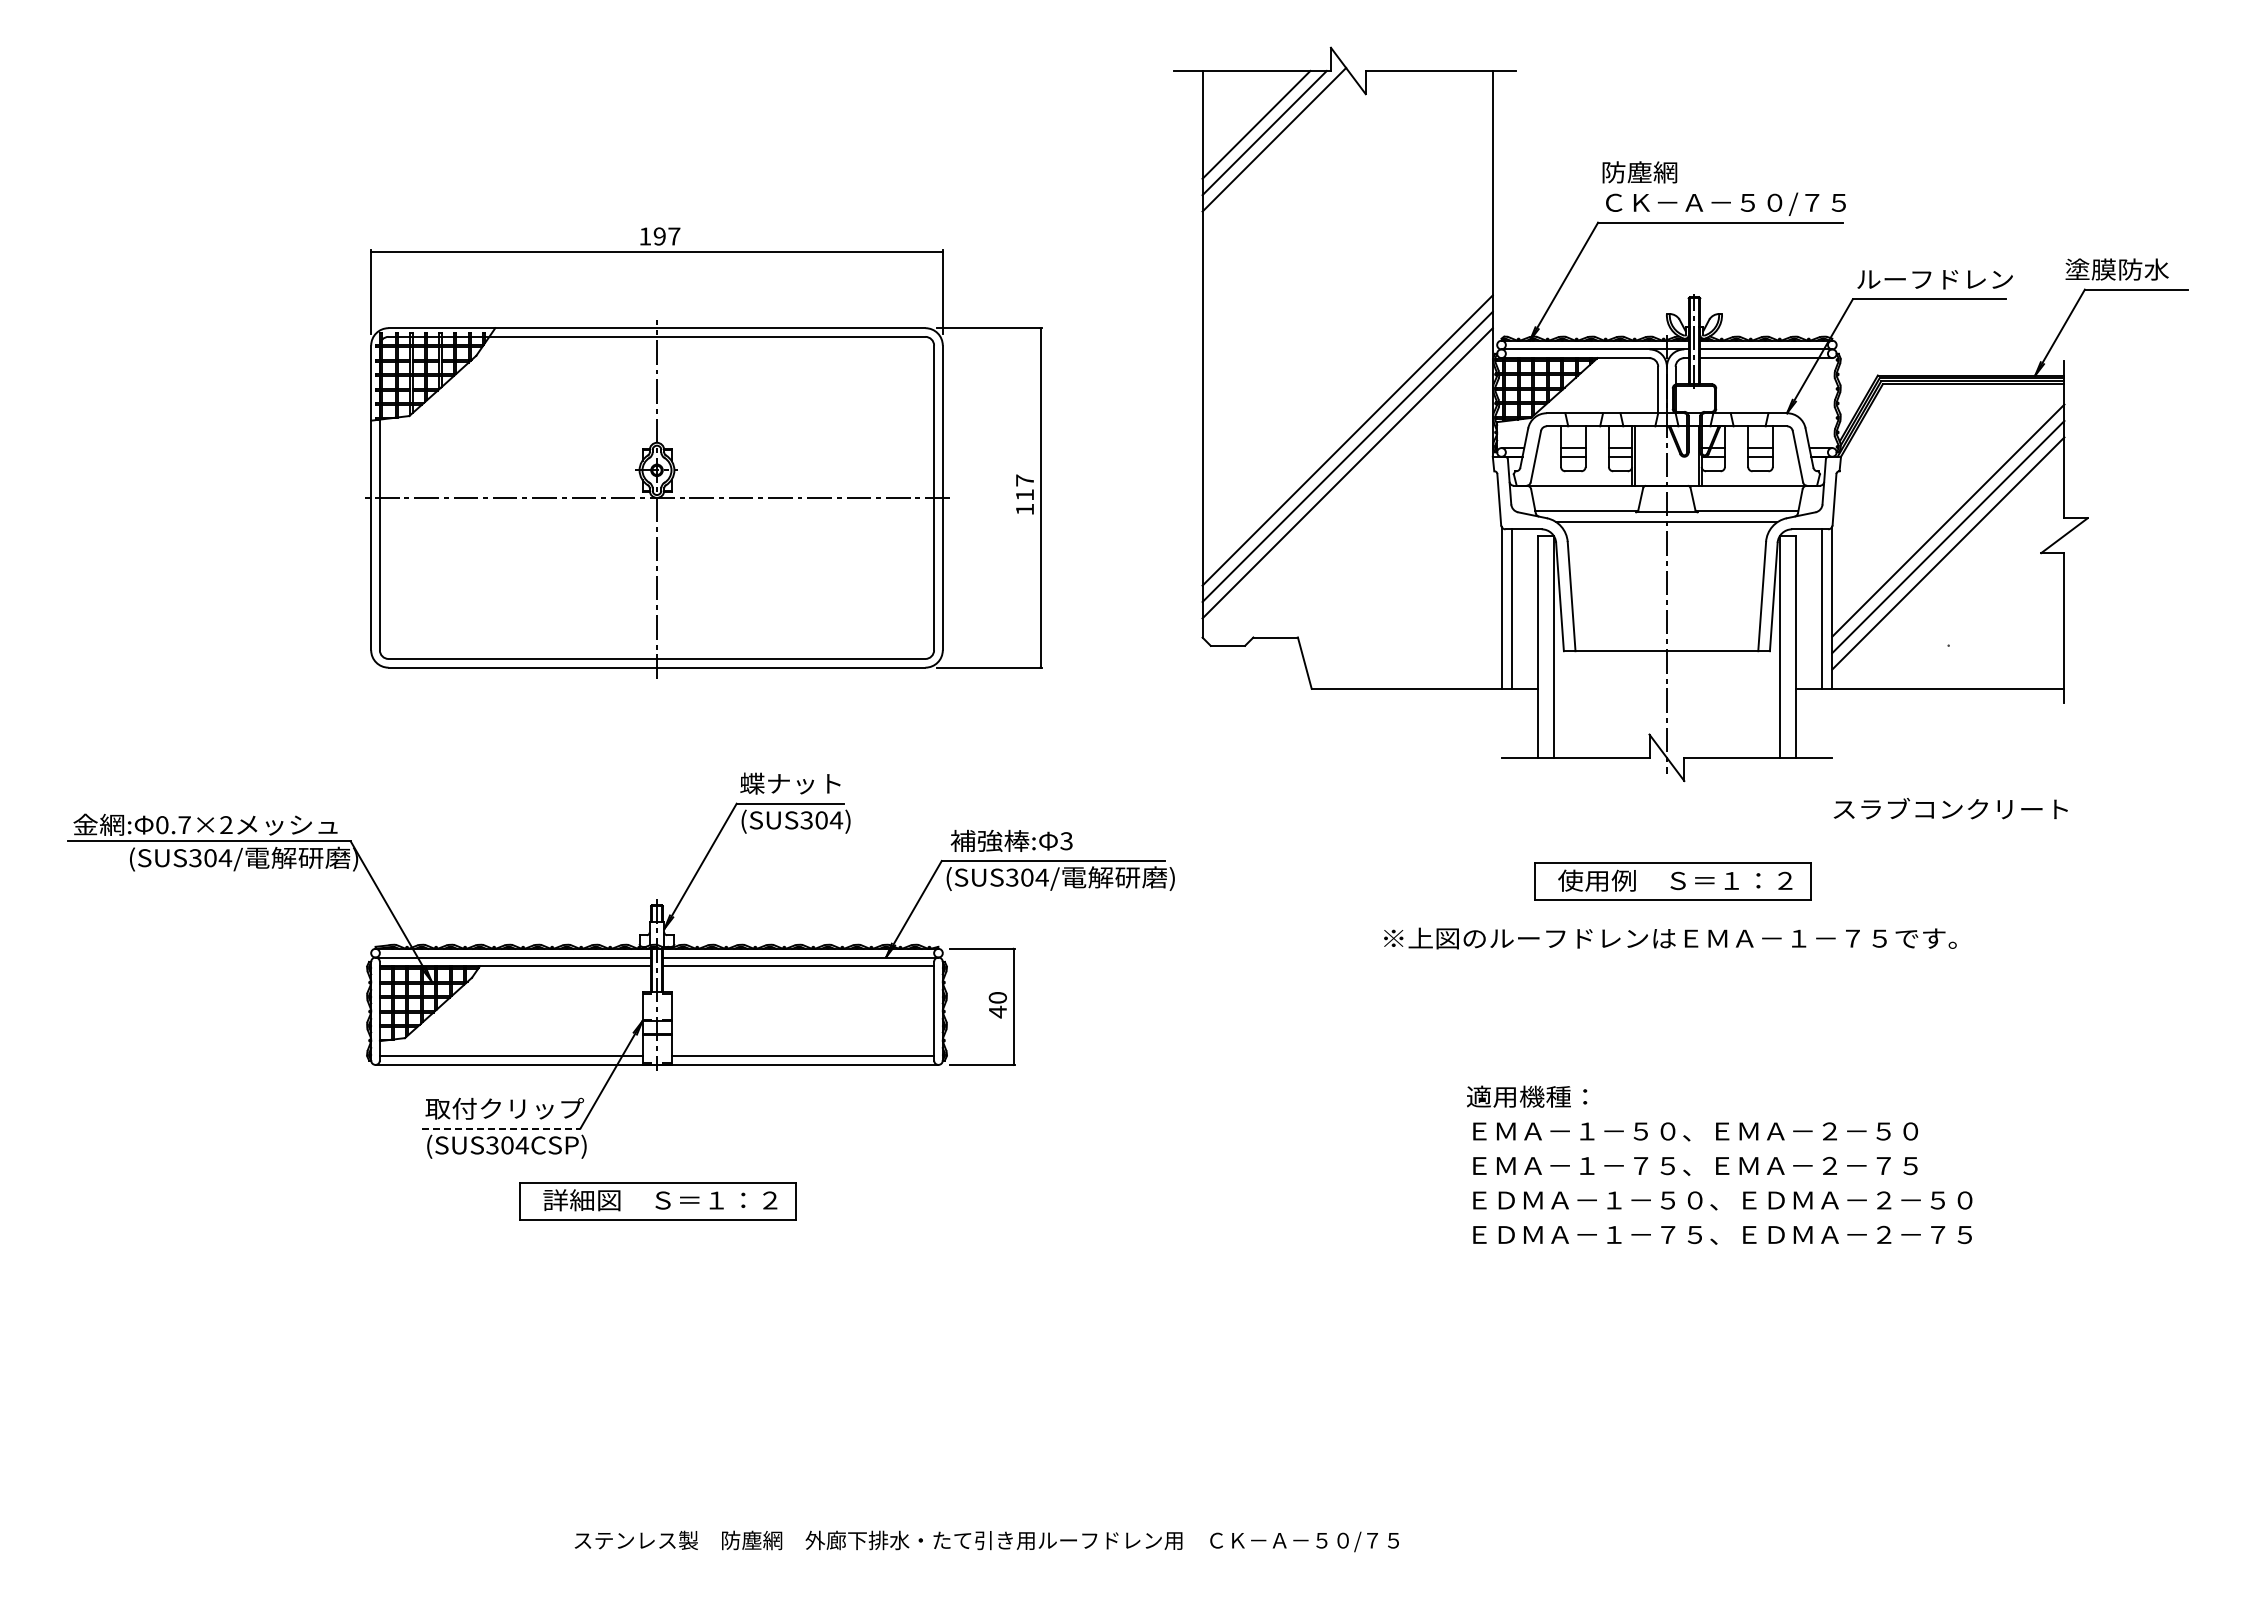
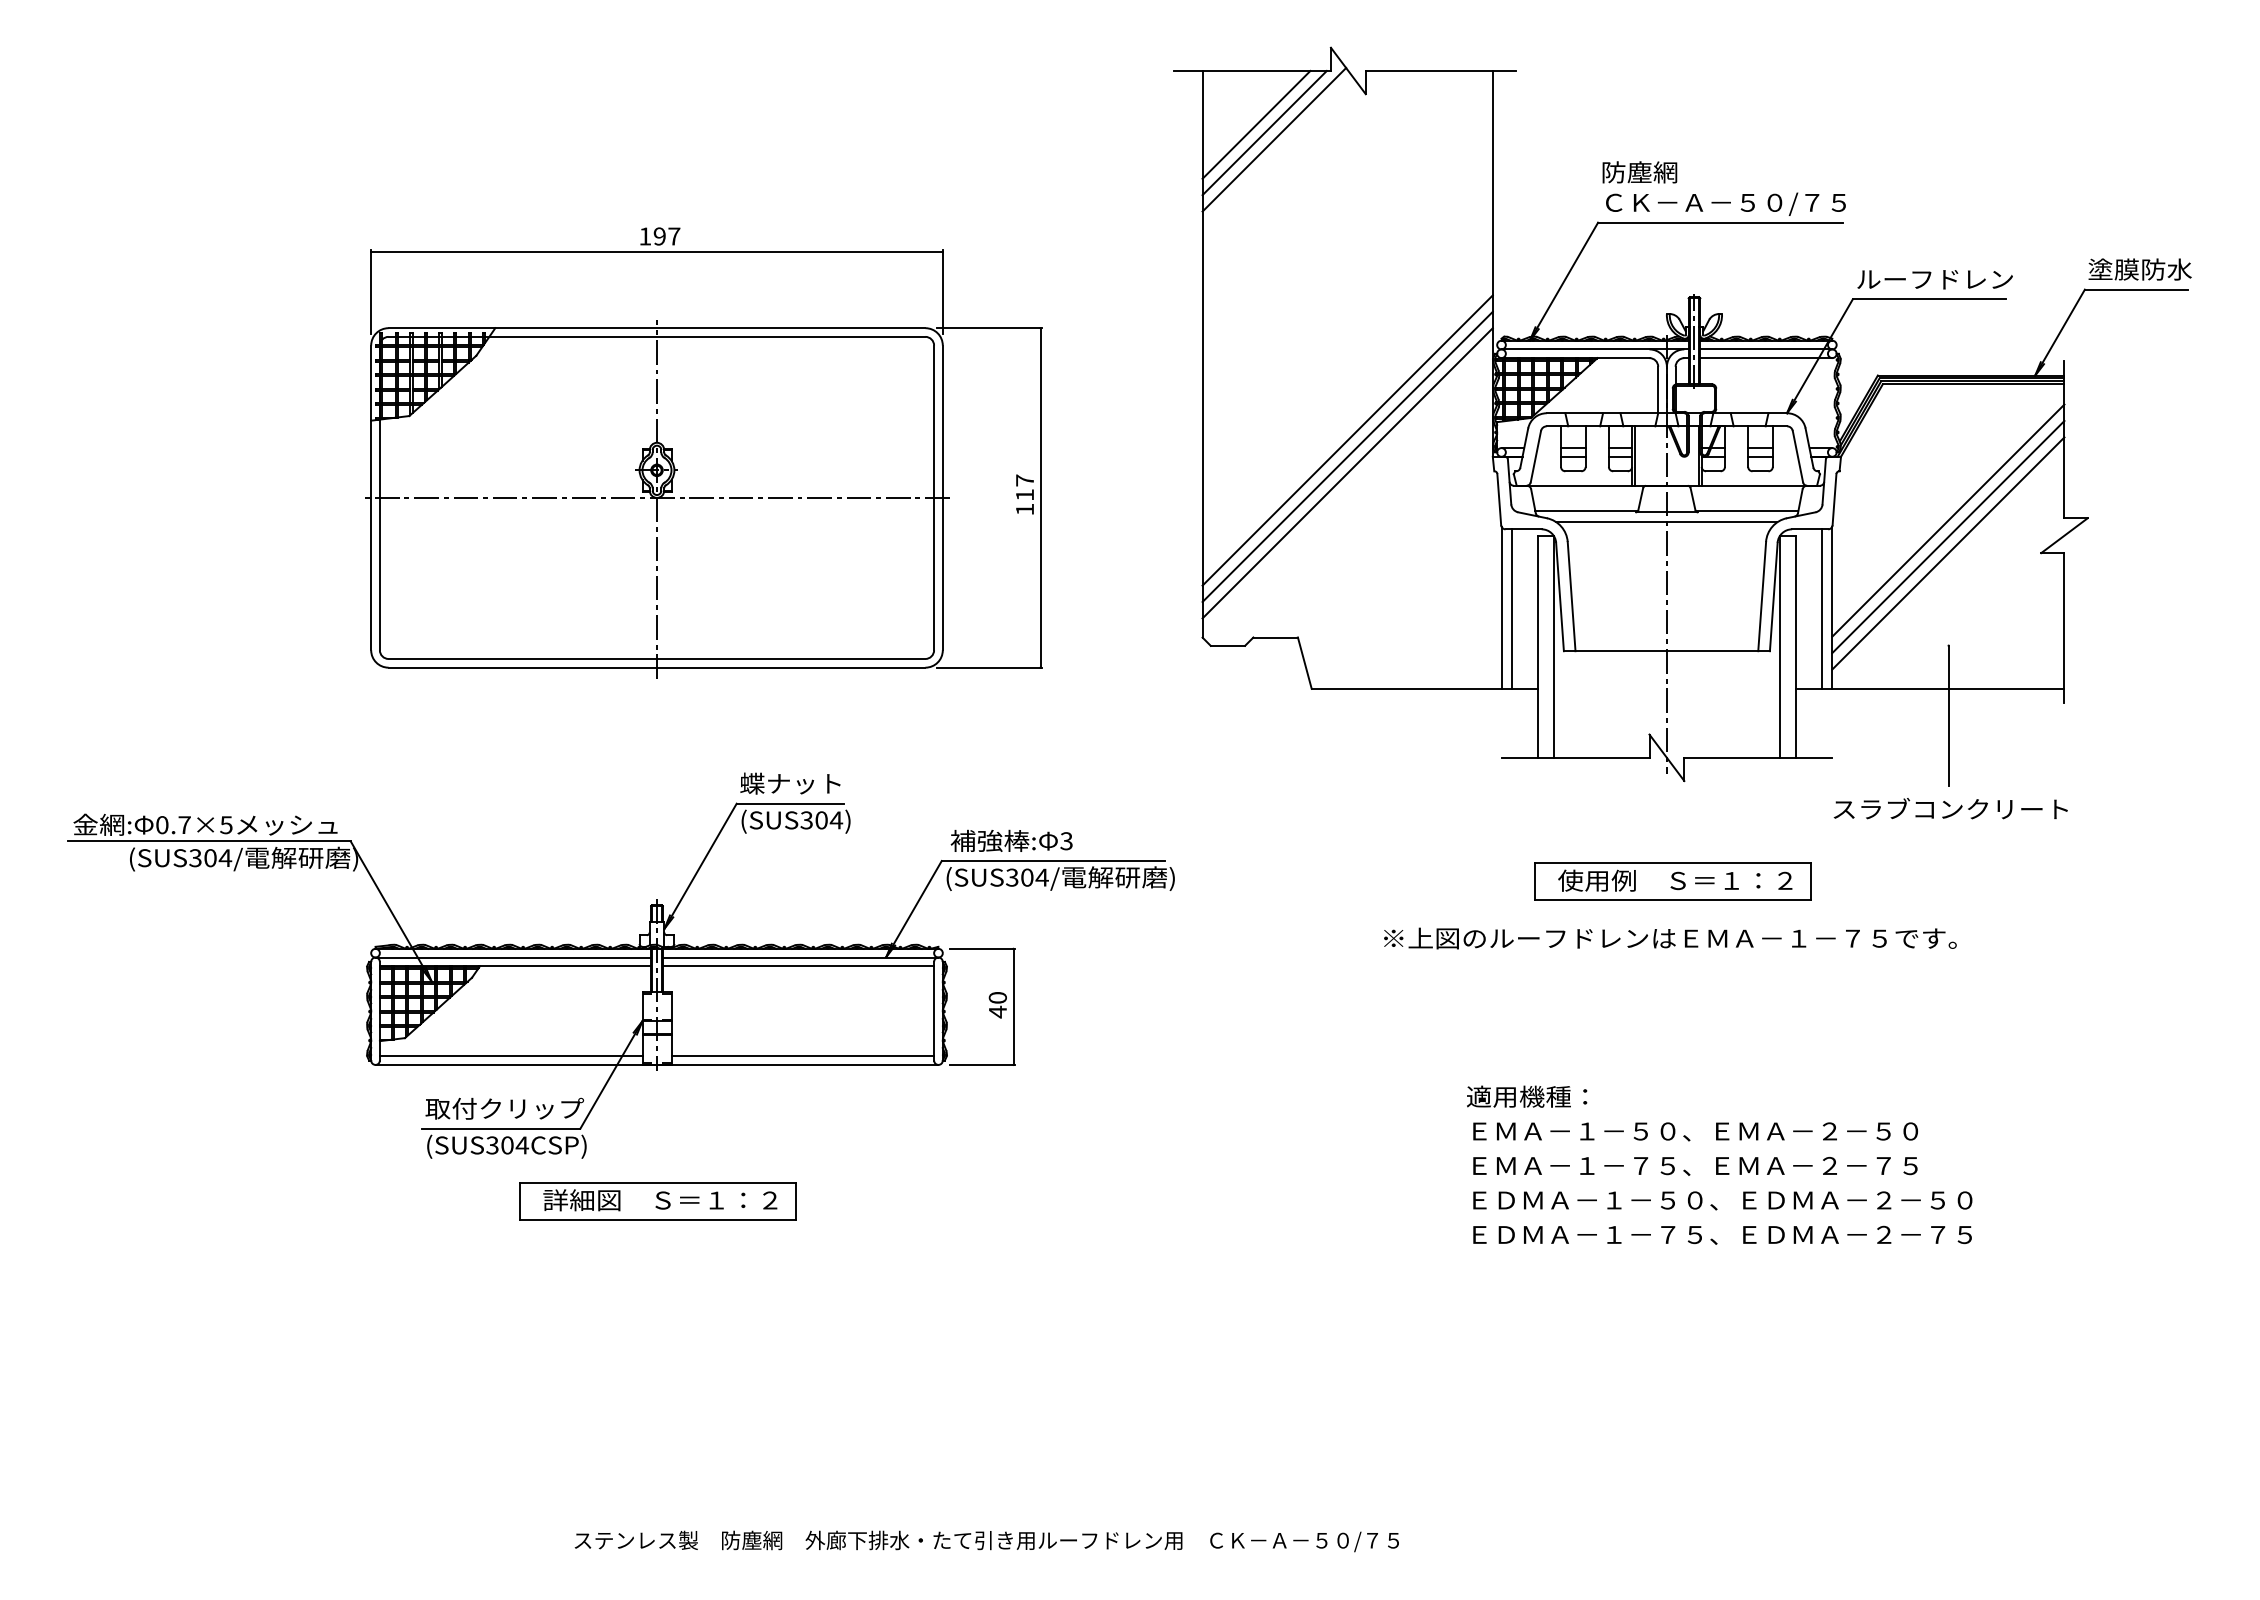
text at (2116, 269) position: (2116, 269) -> (2139, 269)
line at (1948, 715): none -> present
text at (226, 825): 0.7×2 -> 0.7×5
line at (501, 1128): dashed -> solid
